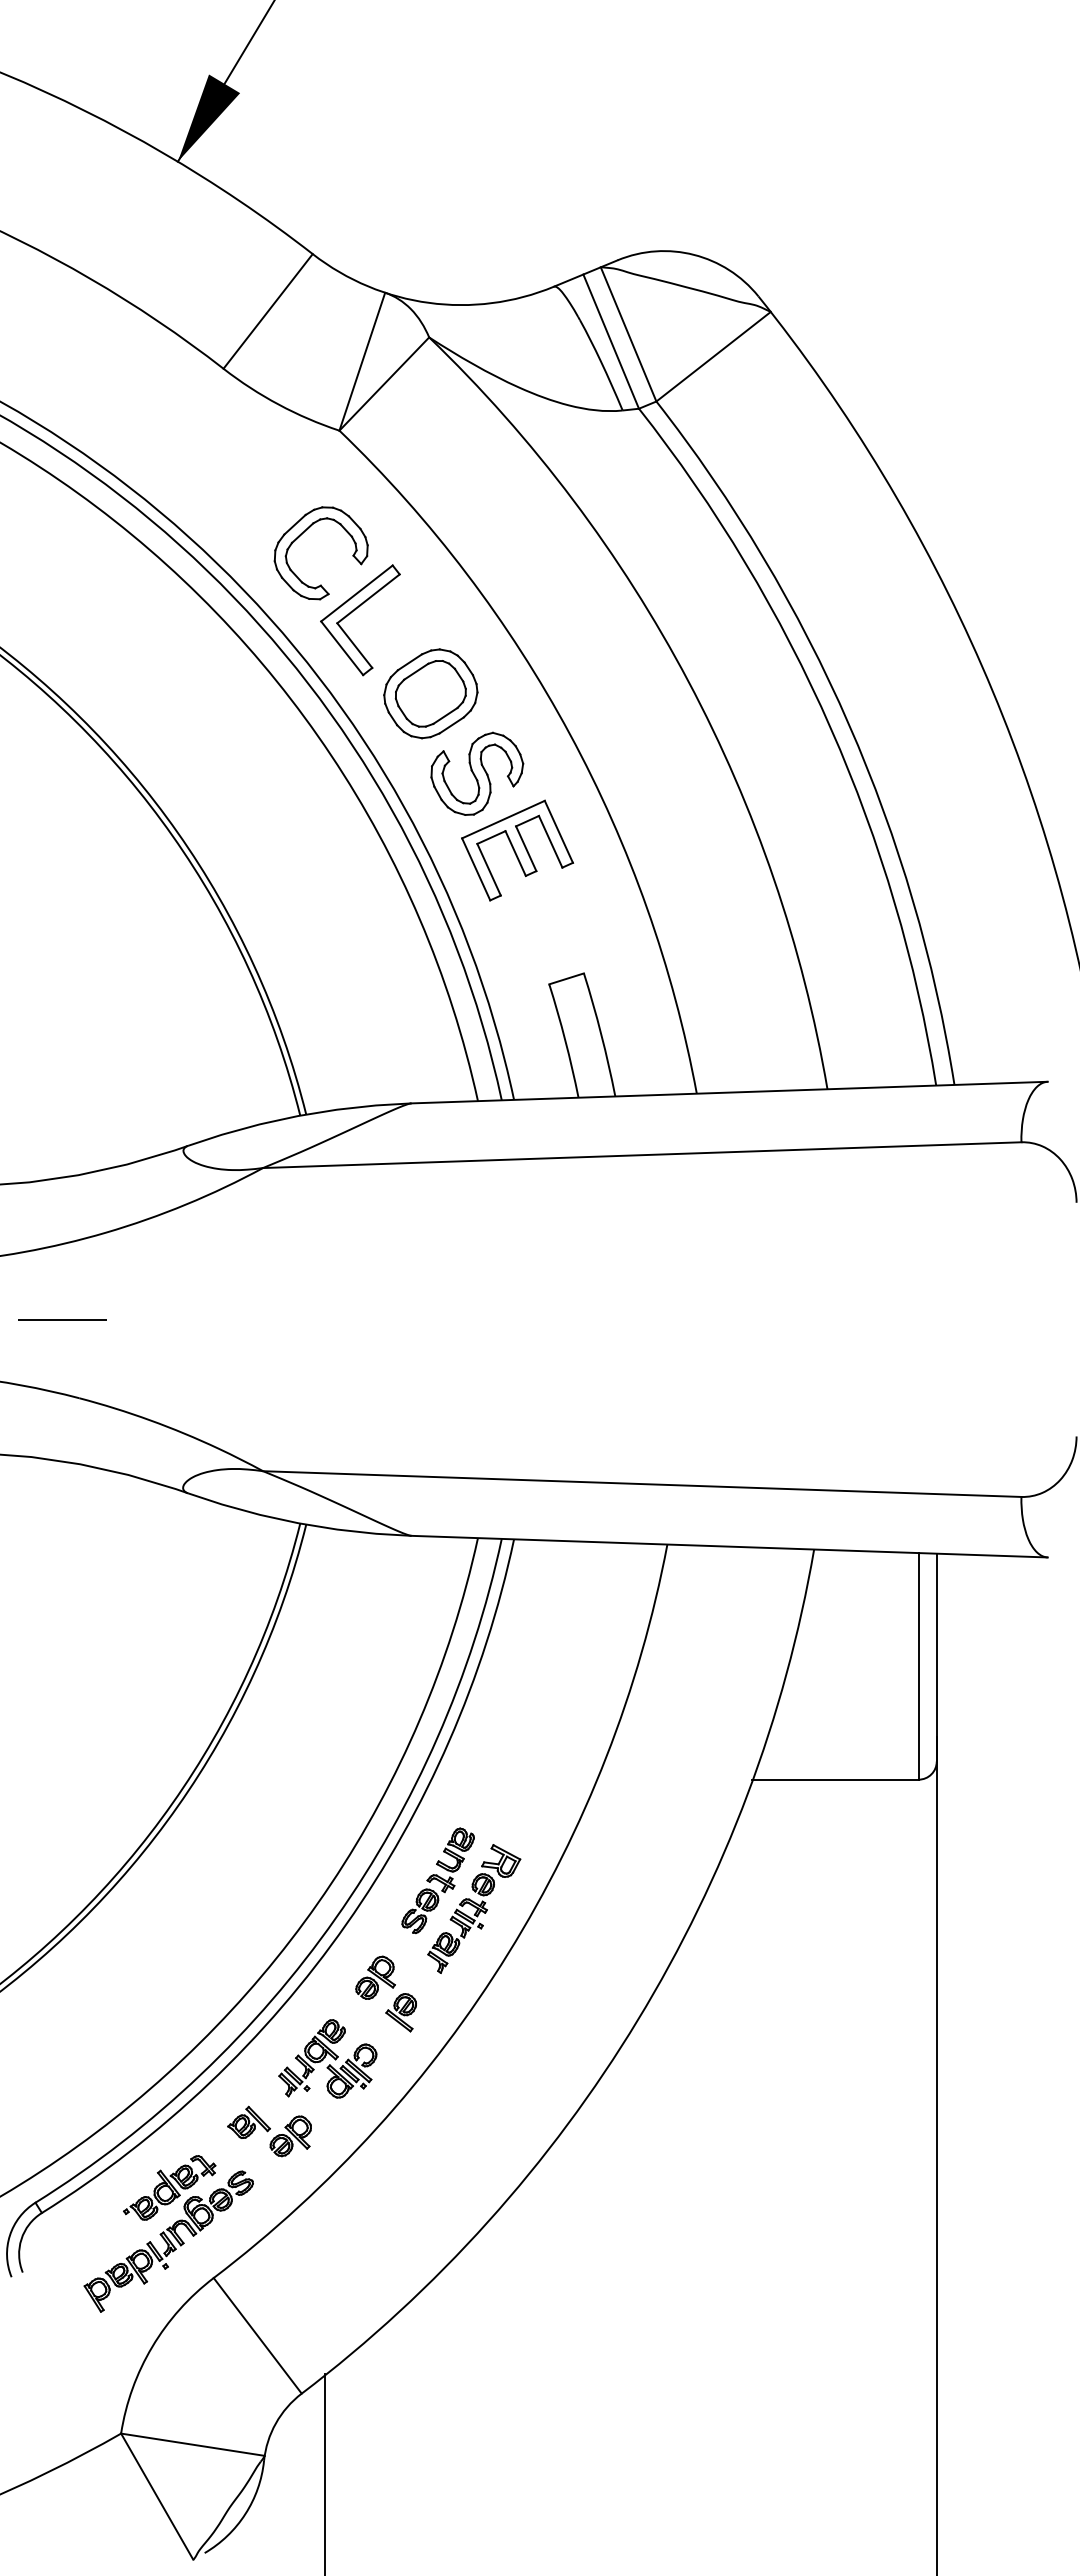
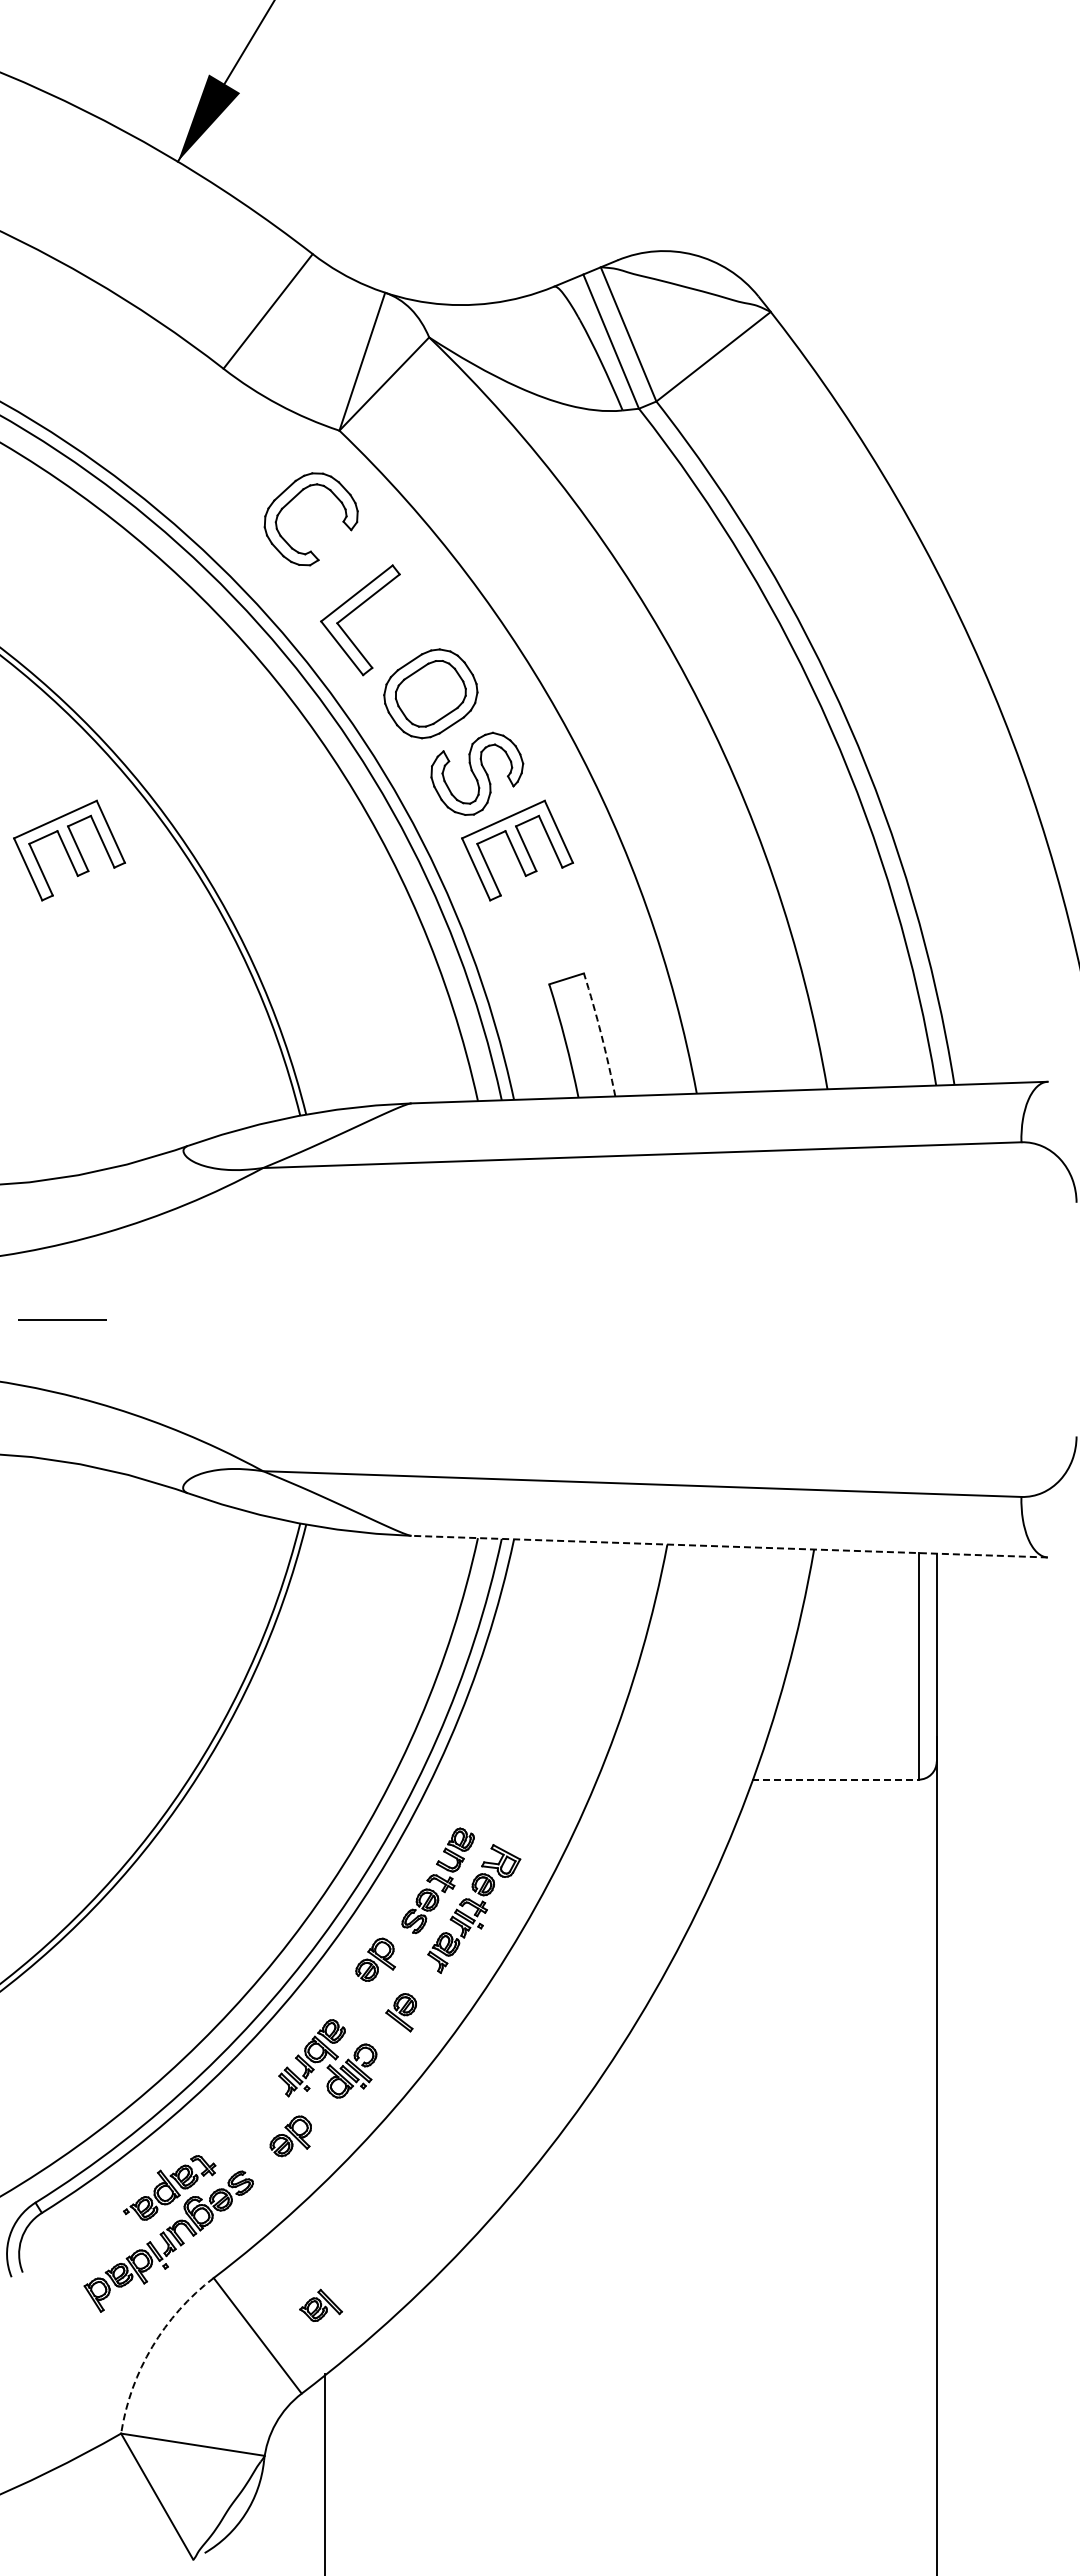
part at (302, 534) position: (302, 534) -> (292, 500)
part at (69, 850): none -> present
arc at (601, 1034): solid -> dashed
line at (729, 1546): solid -> dashed
line at (835, 1779): solid -> dashed
part at (375, 1977) position: (375, 1977) -> (375, 1959)
part at (248, 2121) position: (248, 2121) -> (320, 2304)
arc at (152, 2346): solid -> dashed
